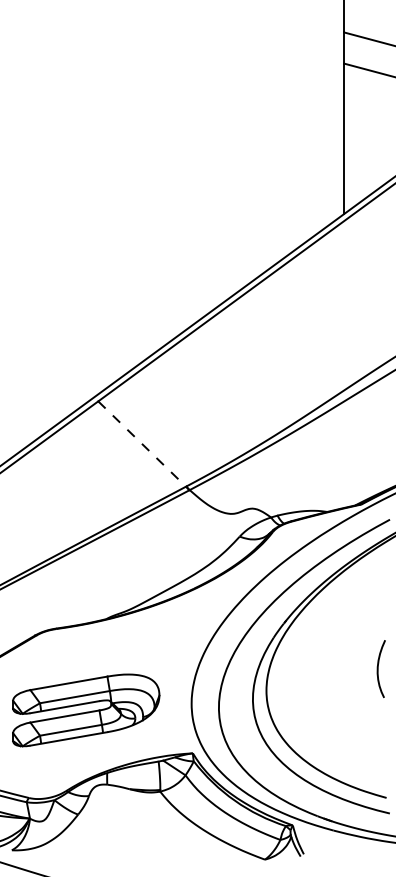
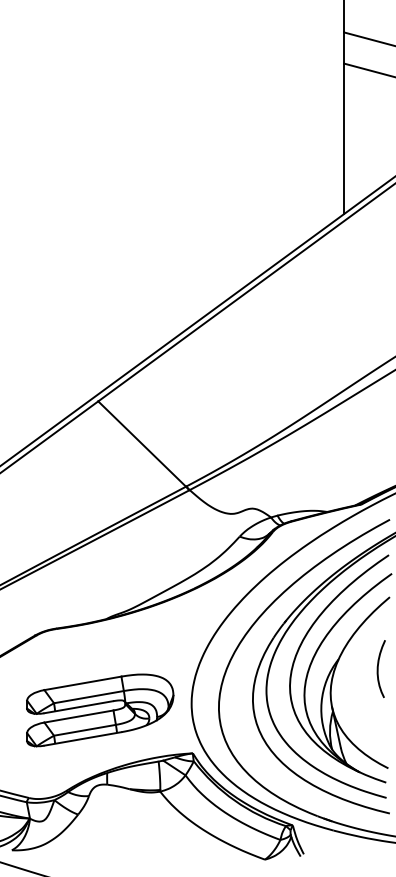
line at (142, 444): dashed -> solid
part at (340, 668): none -> present
part at (86, 710) position: (86, 710) -> (100, 710)
